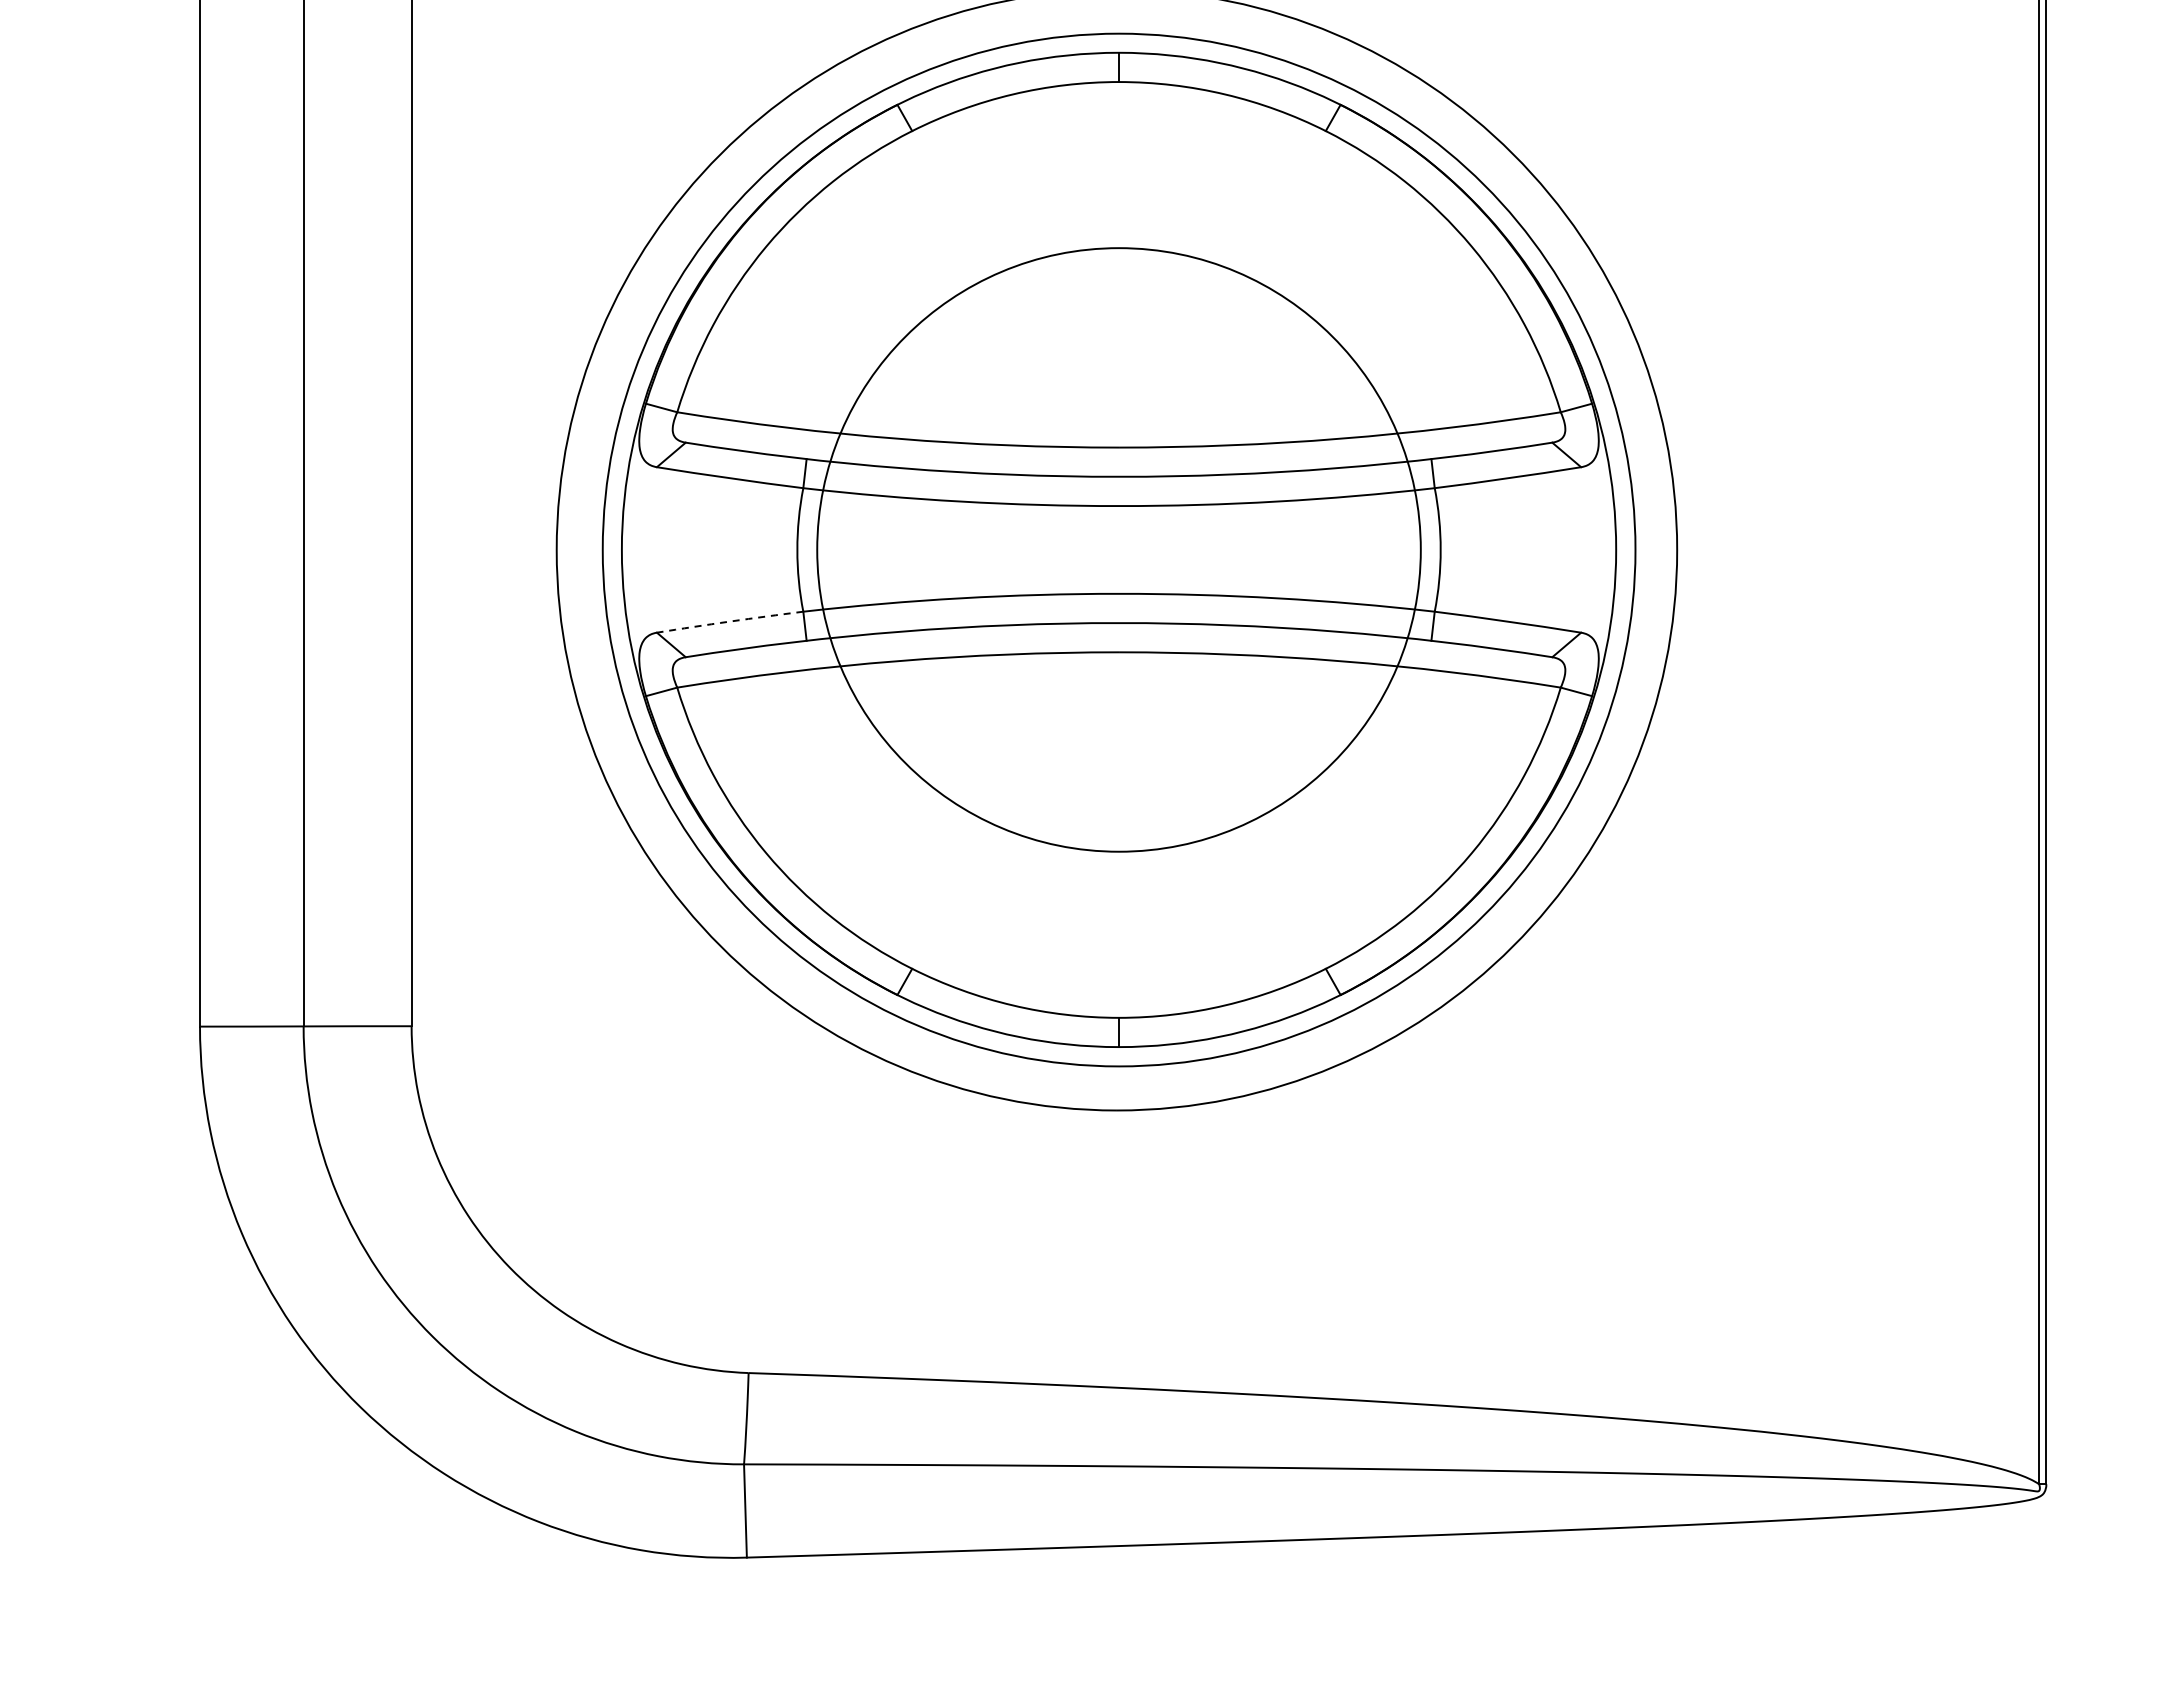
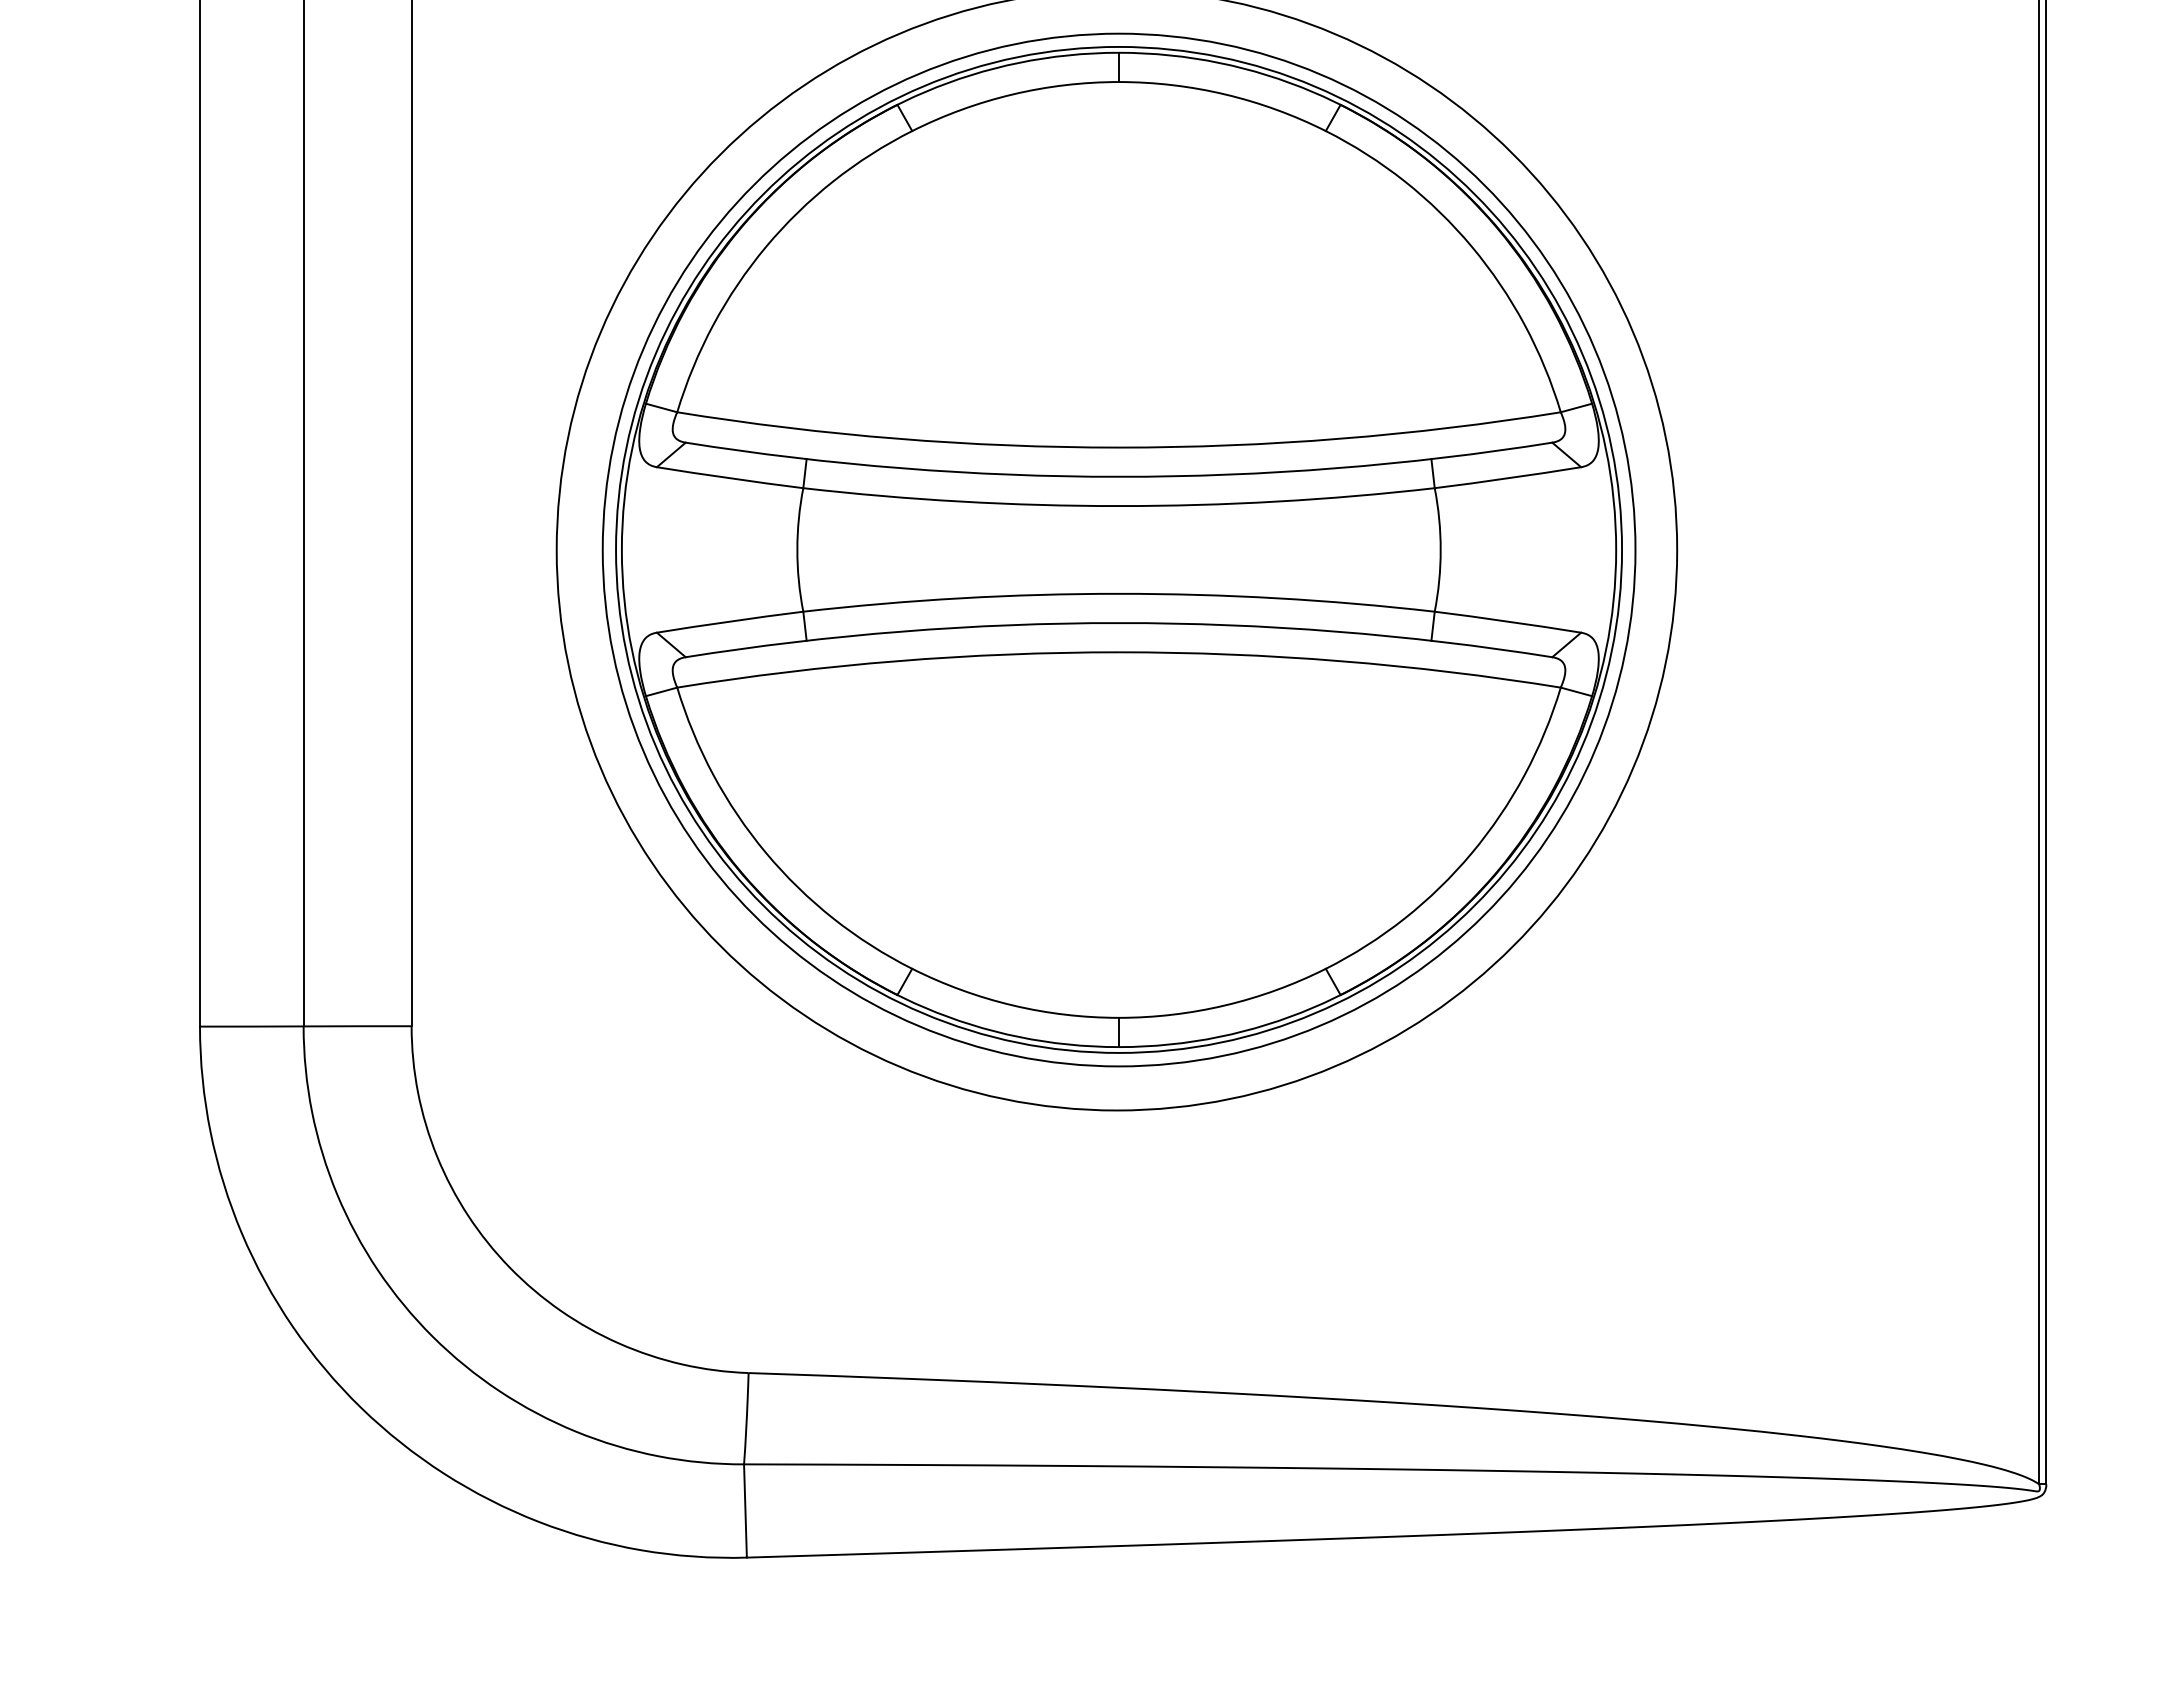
circle at (1118, 549) diameter: 604 px -> 1006 px
arc at (730, 621): dashed -> solid
